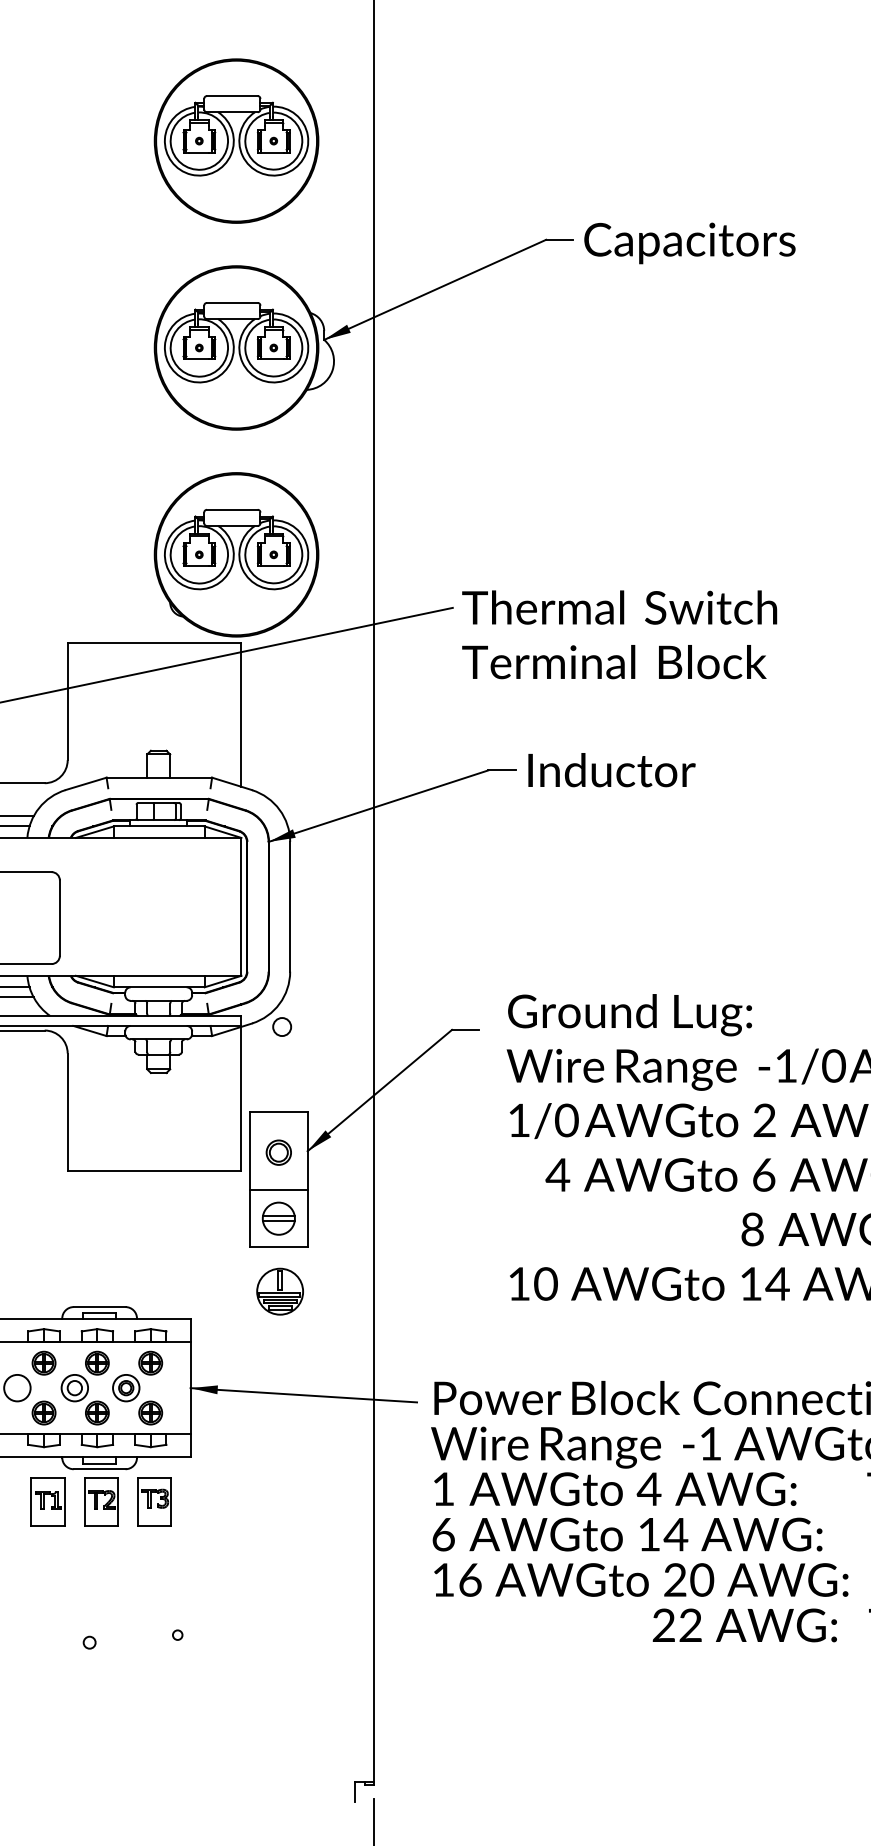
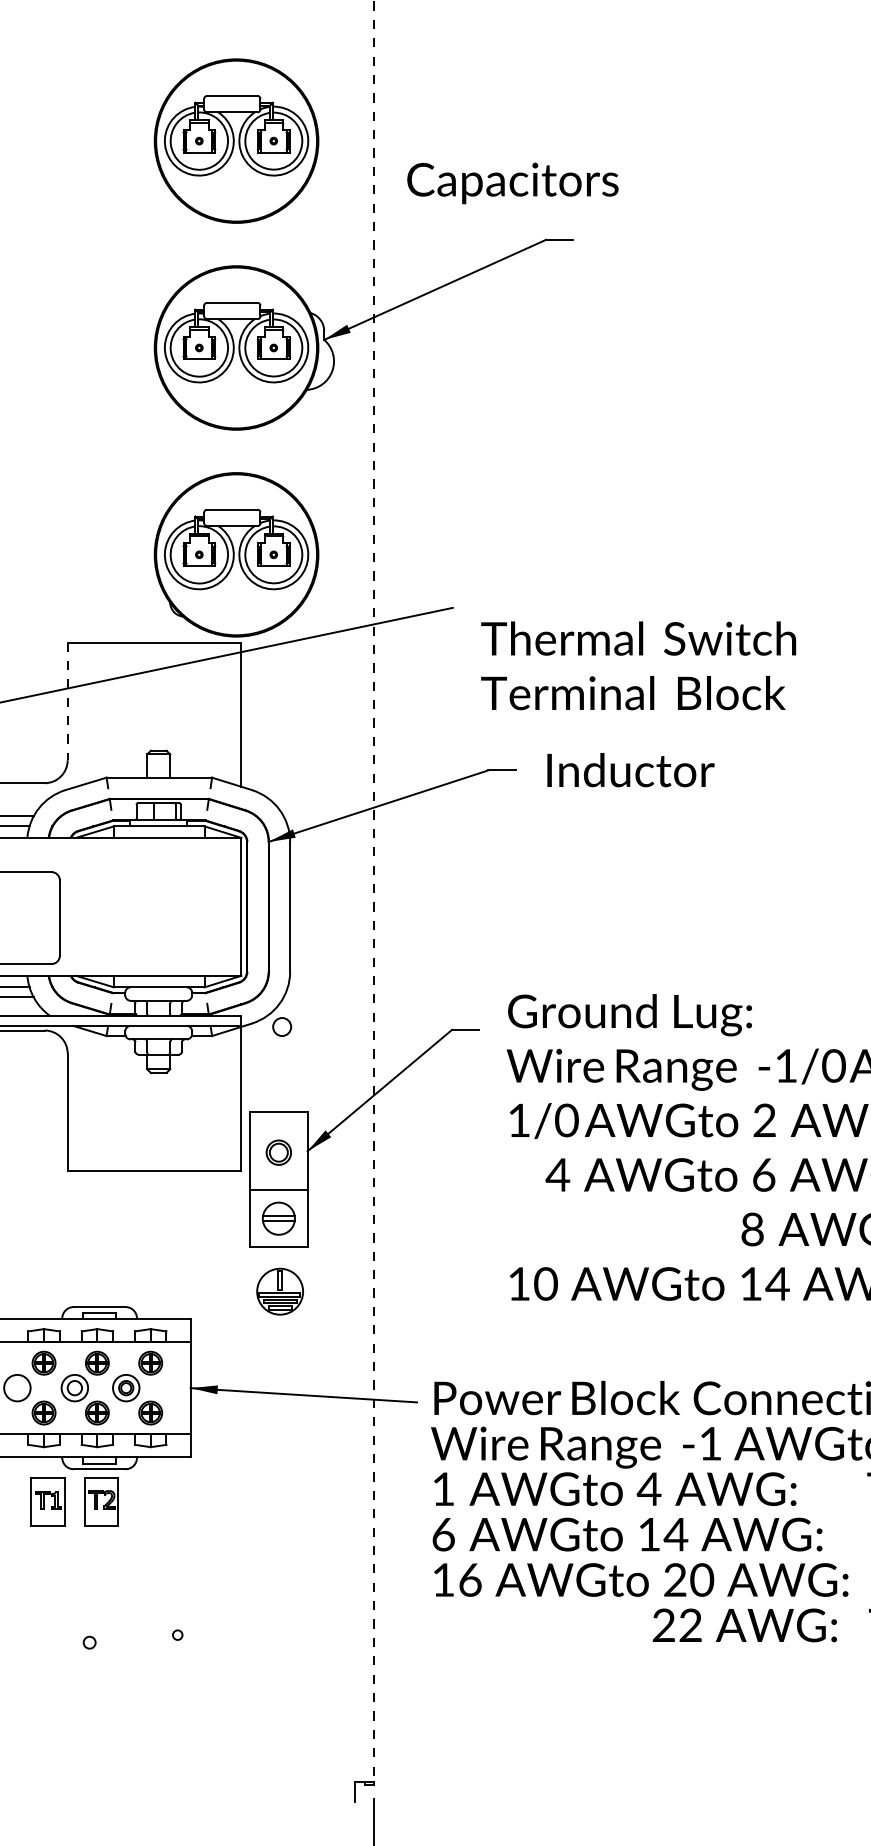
text at (689, 243) position: (689, 243) -> (512, 183)
text at (619, 634) position: (619, 634) -> (638, 665)
line at (67, 701): solid -> dashed
text at (611, 770) position: (611, 770) -> (630, 770)
line at (374, 891): solid -> dashed
part at (154, 1501): present -> none
